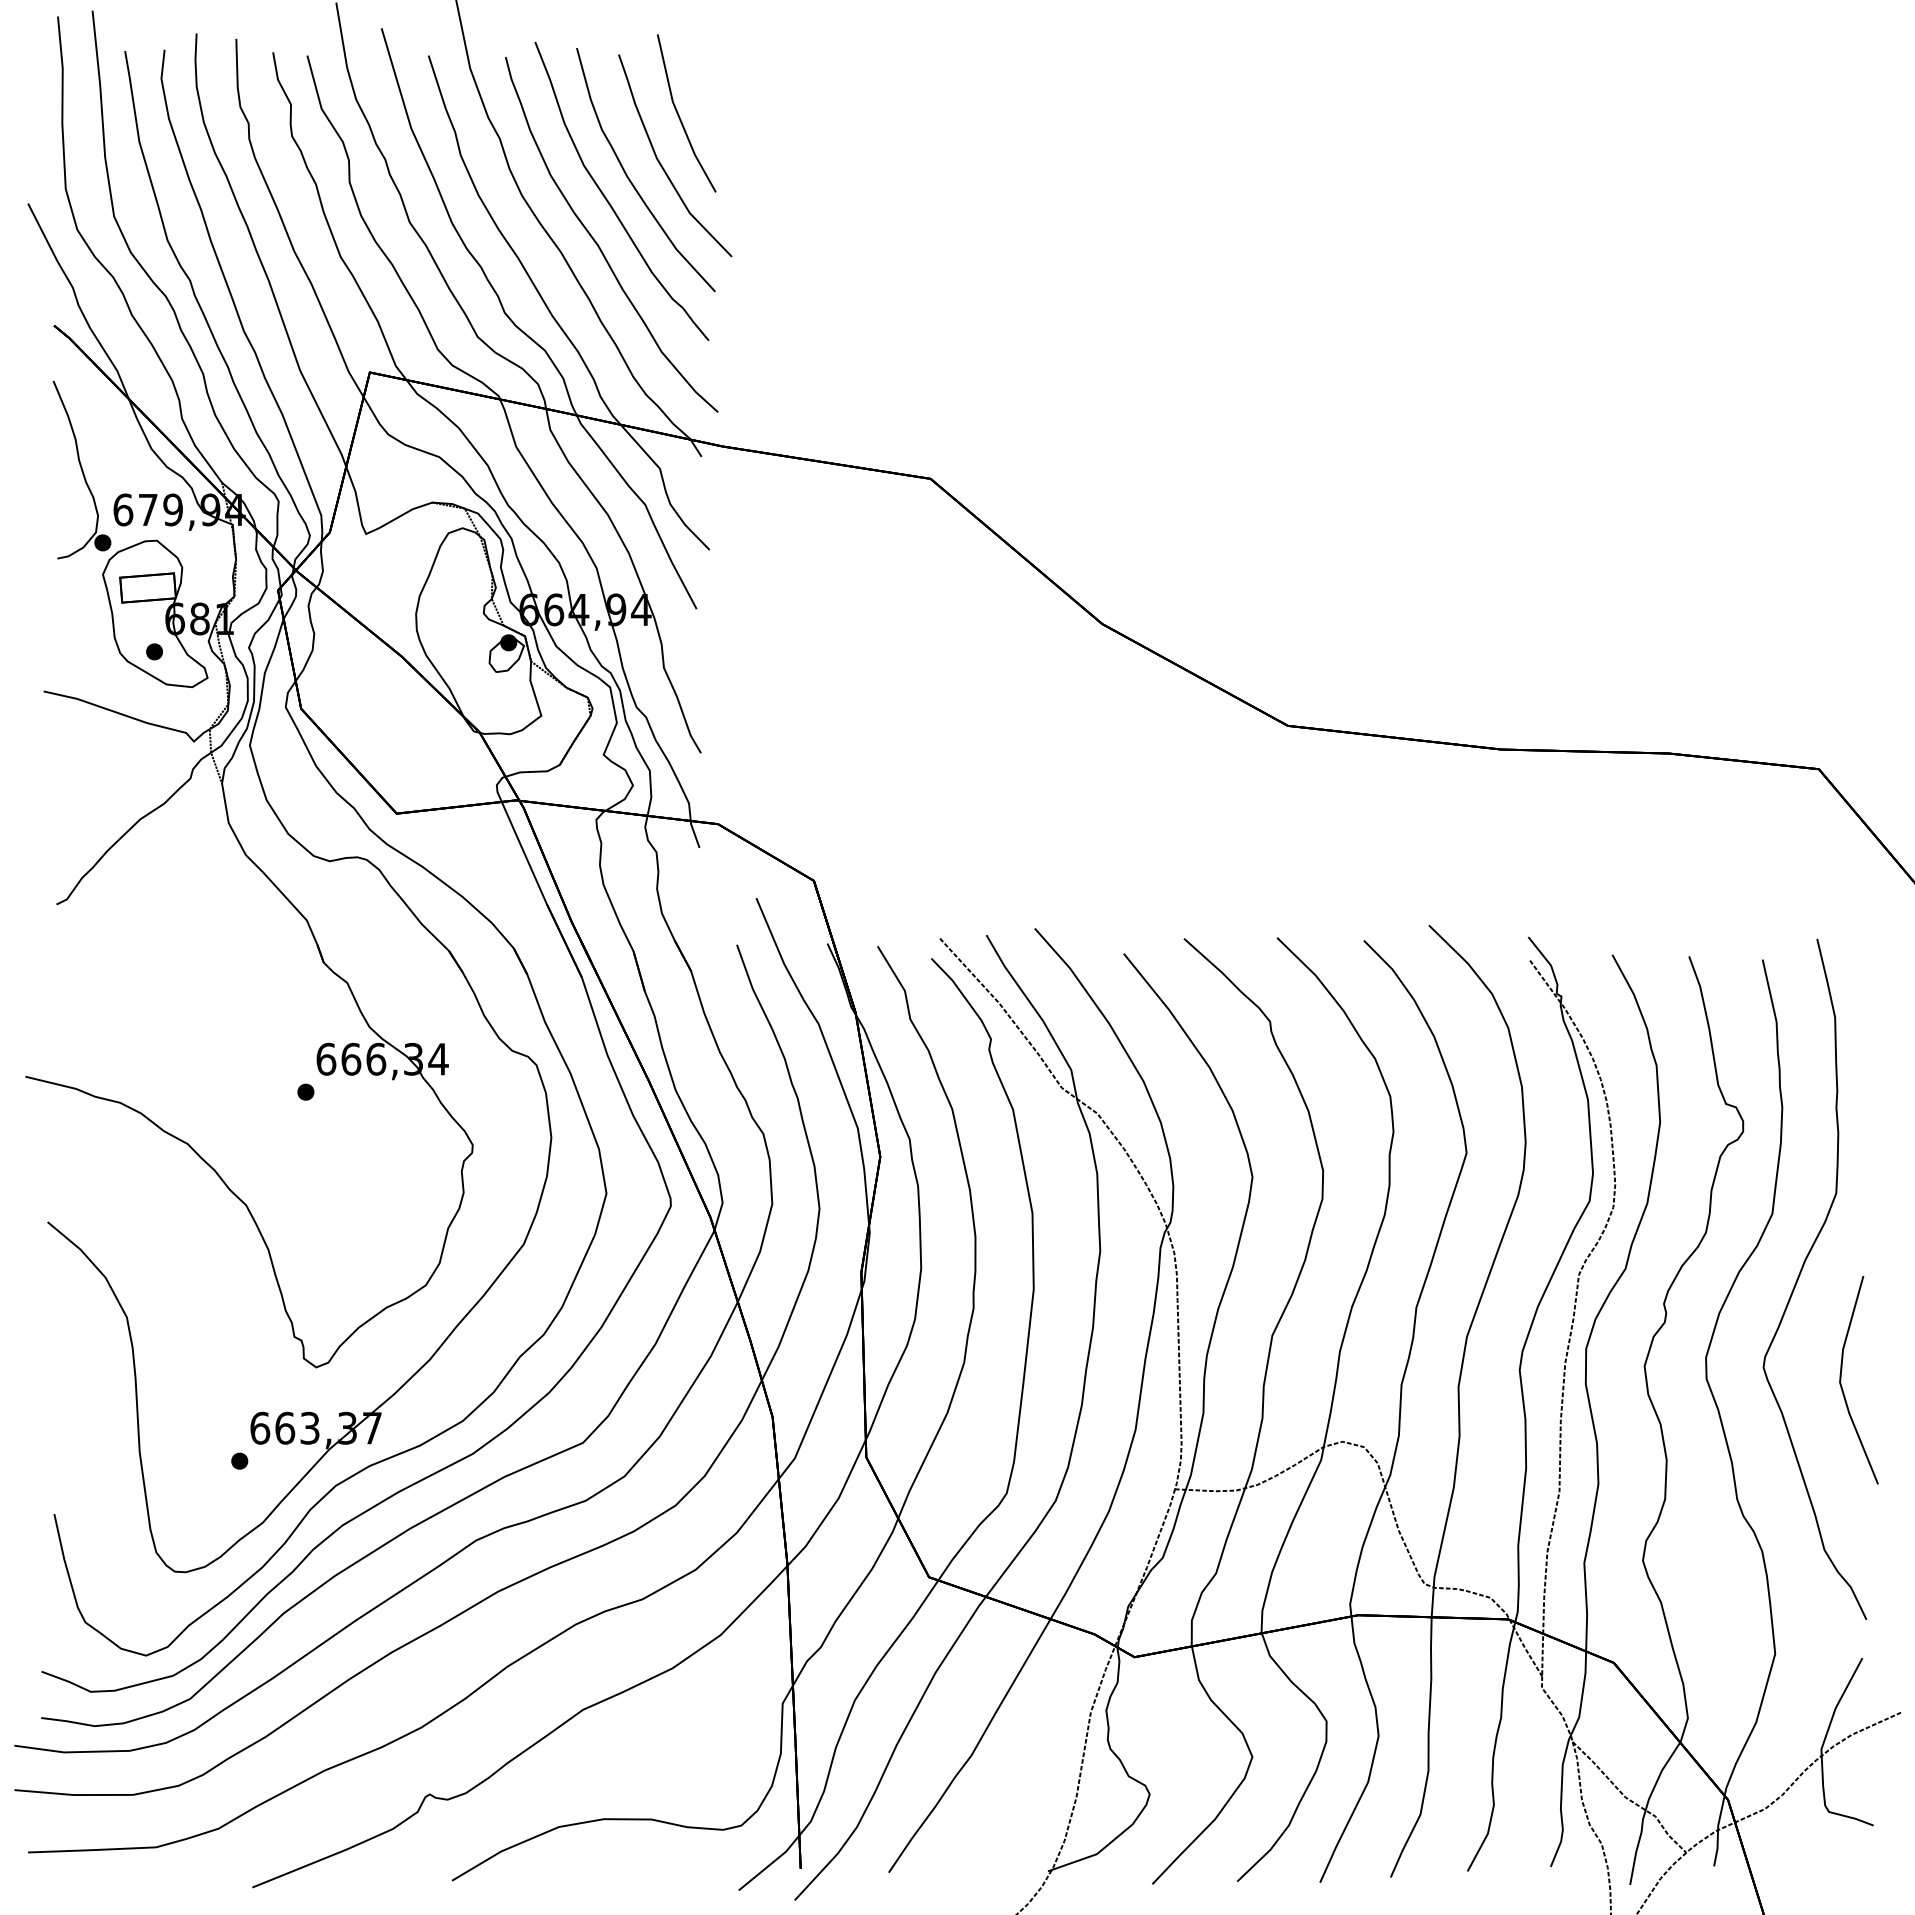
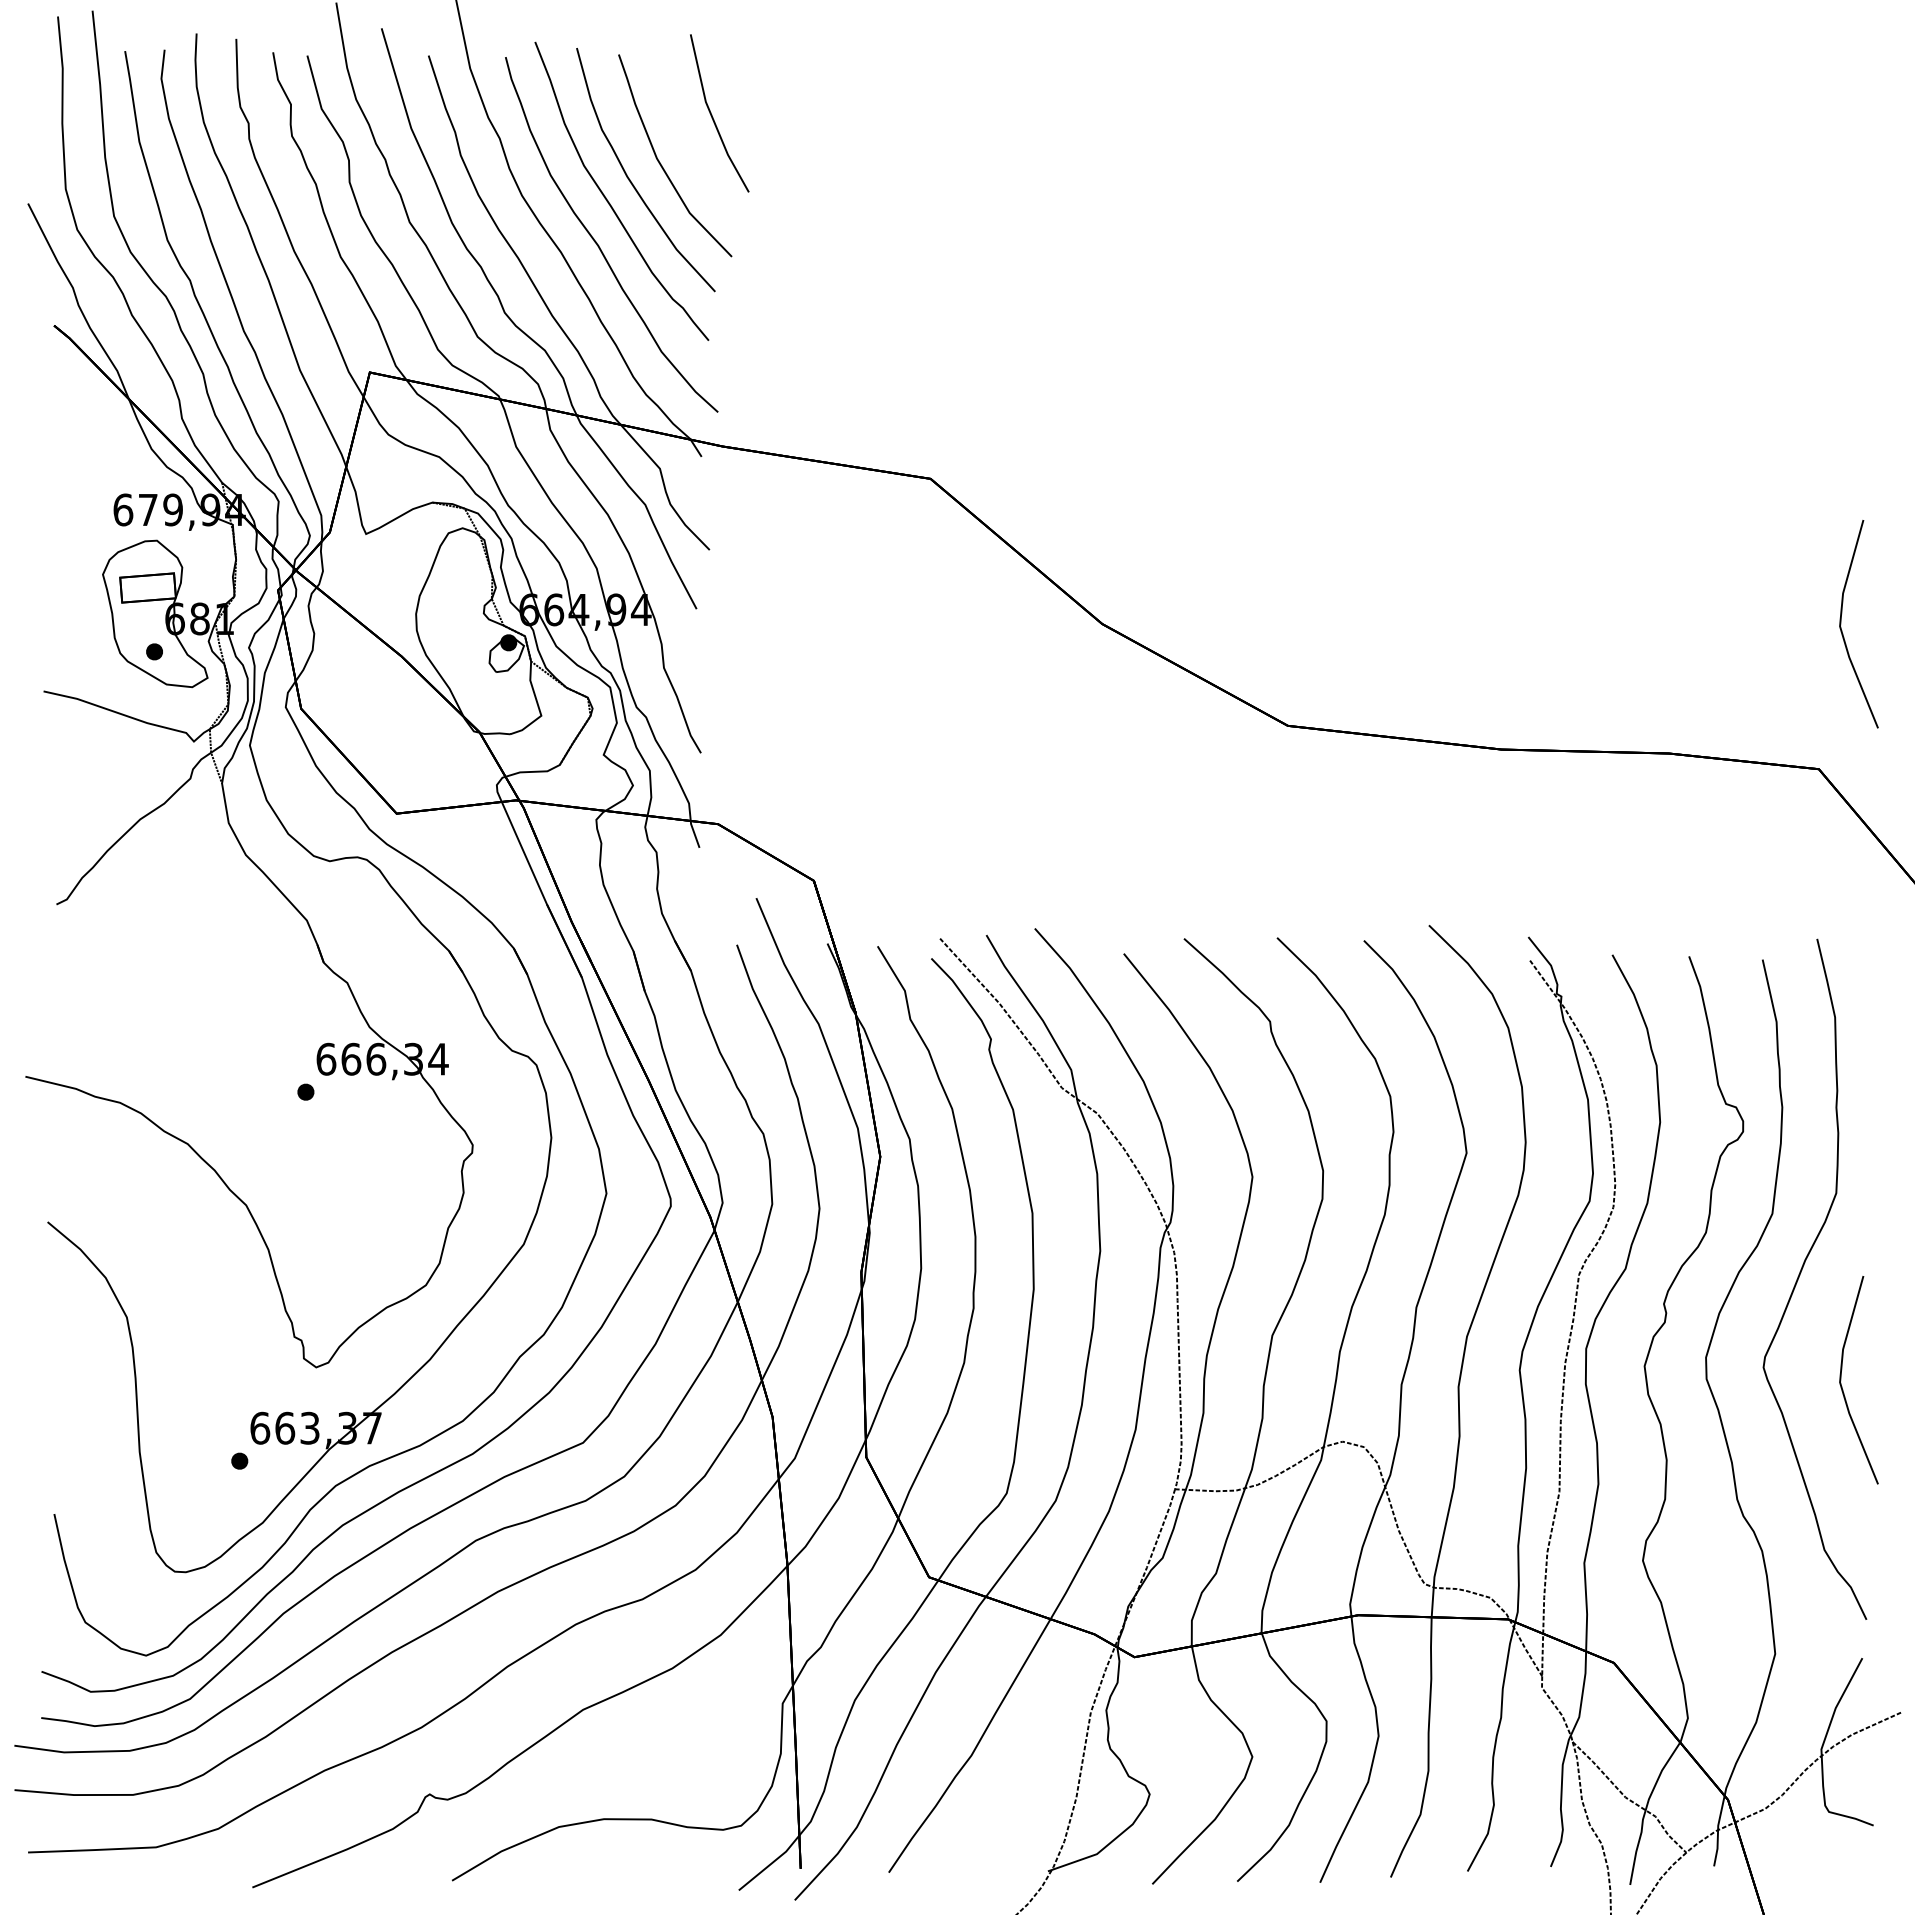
part at (679, 114) position: (679, 114) -> (712, 114)
part at (81, 469): present -> none
part at (1841, 624): none -> present
